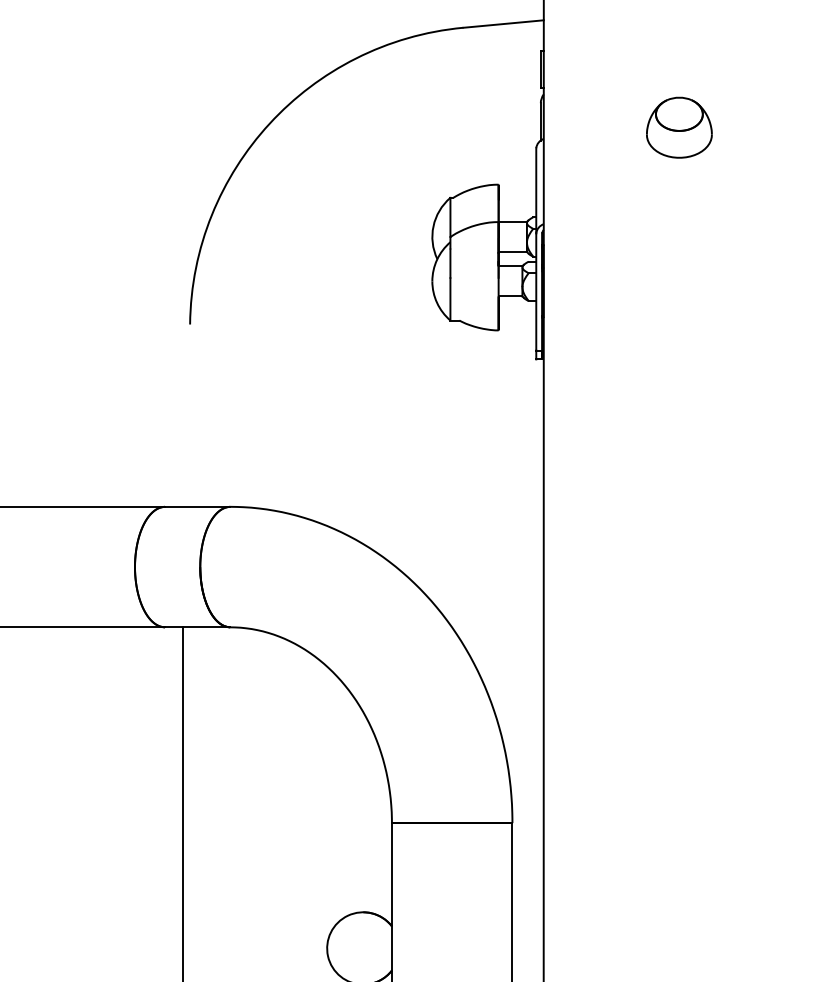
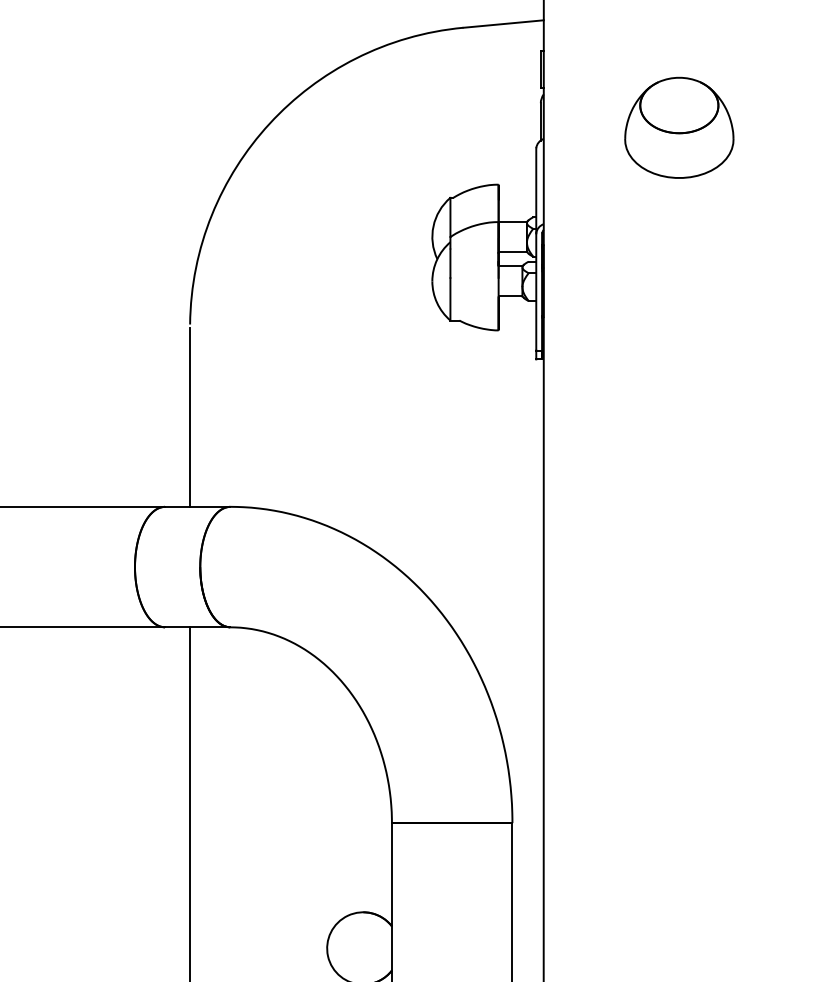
part at (679, 127) size: 67x63 px -> 111x103 px
line at (190, 416): none -> present
line at (183, 802) position: (183, 802) -> (190, 802)
